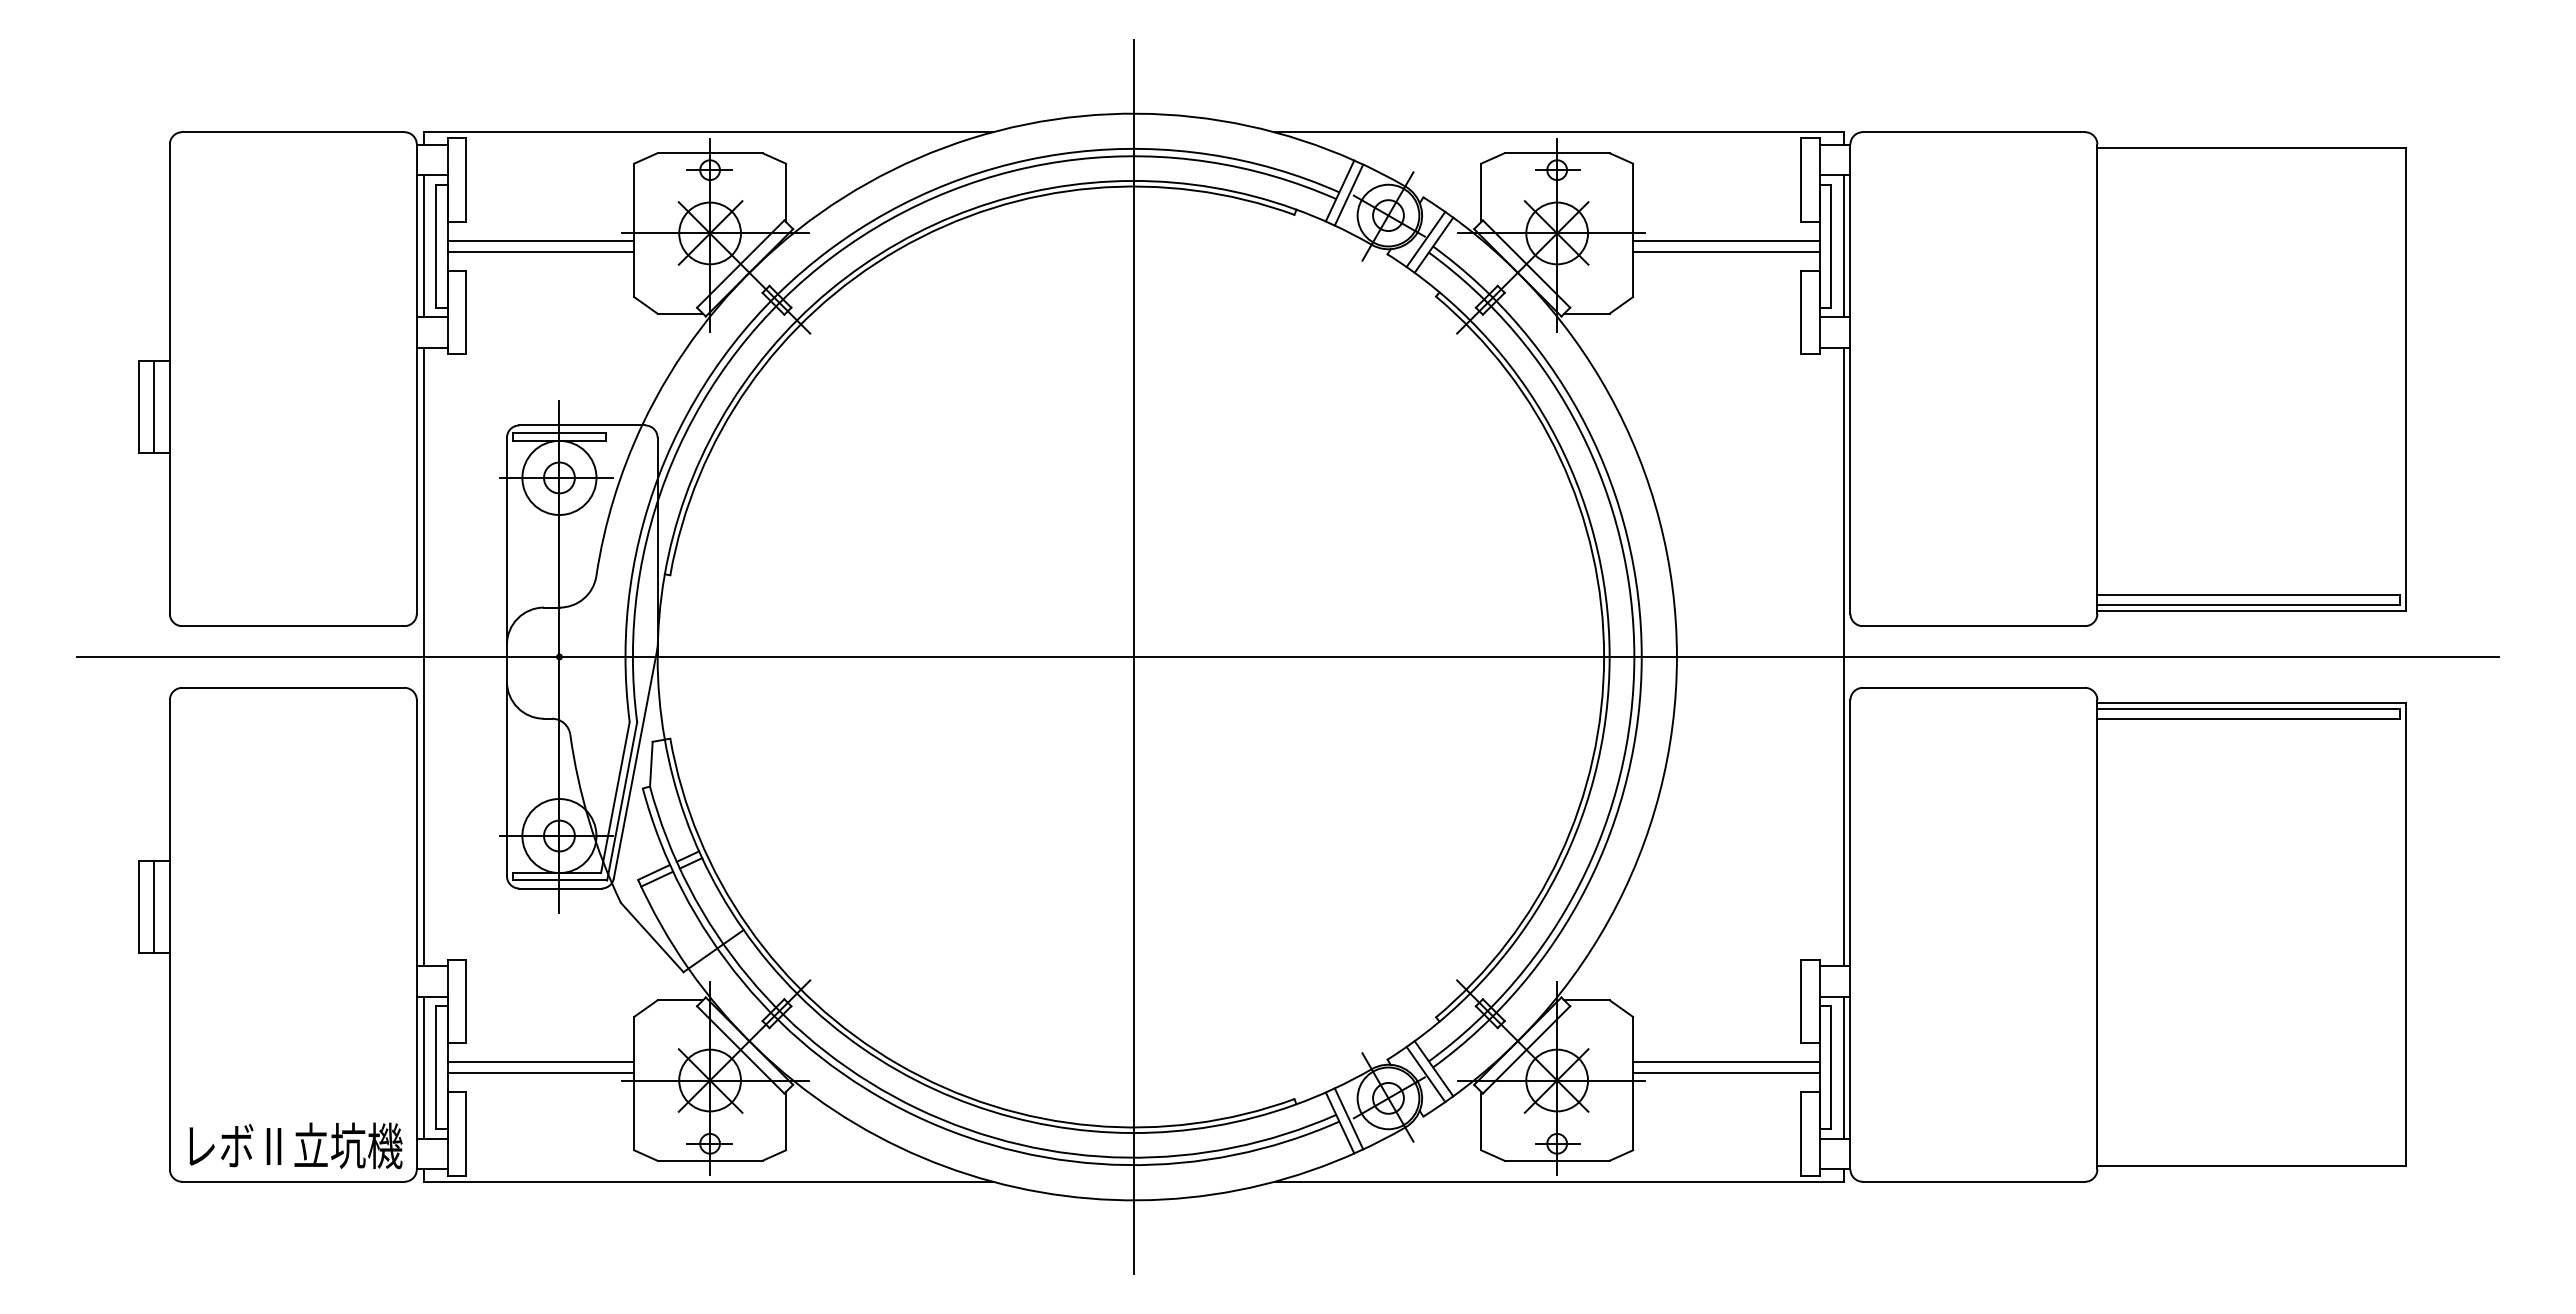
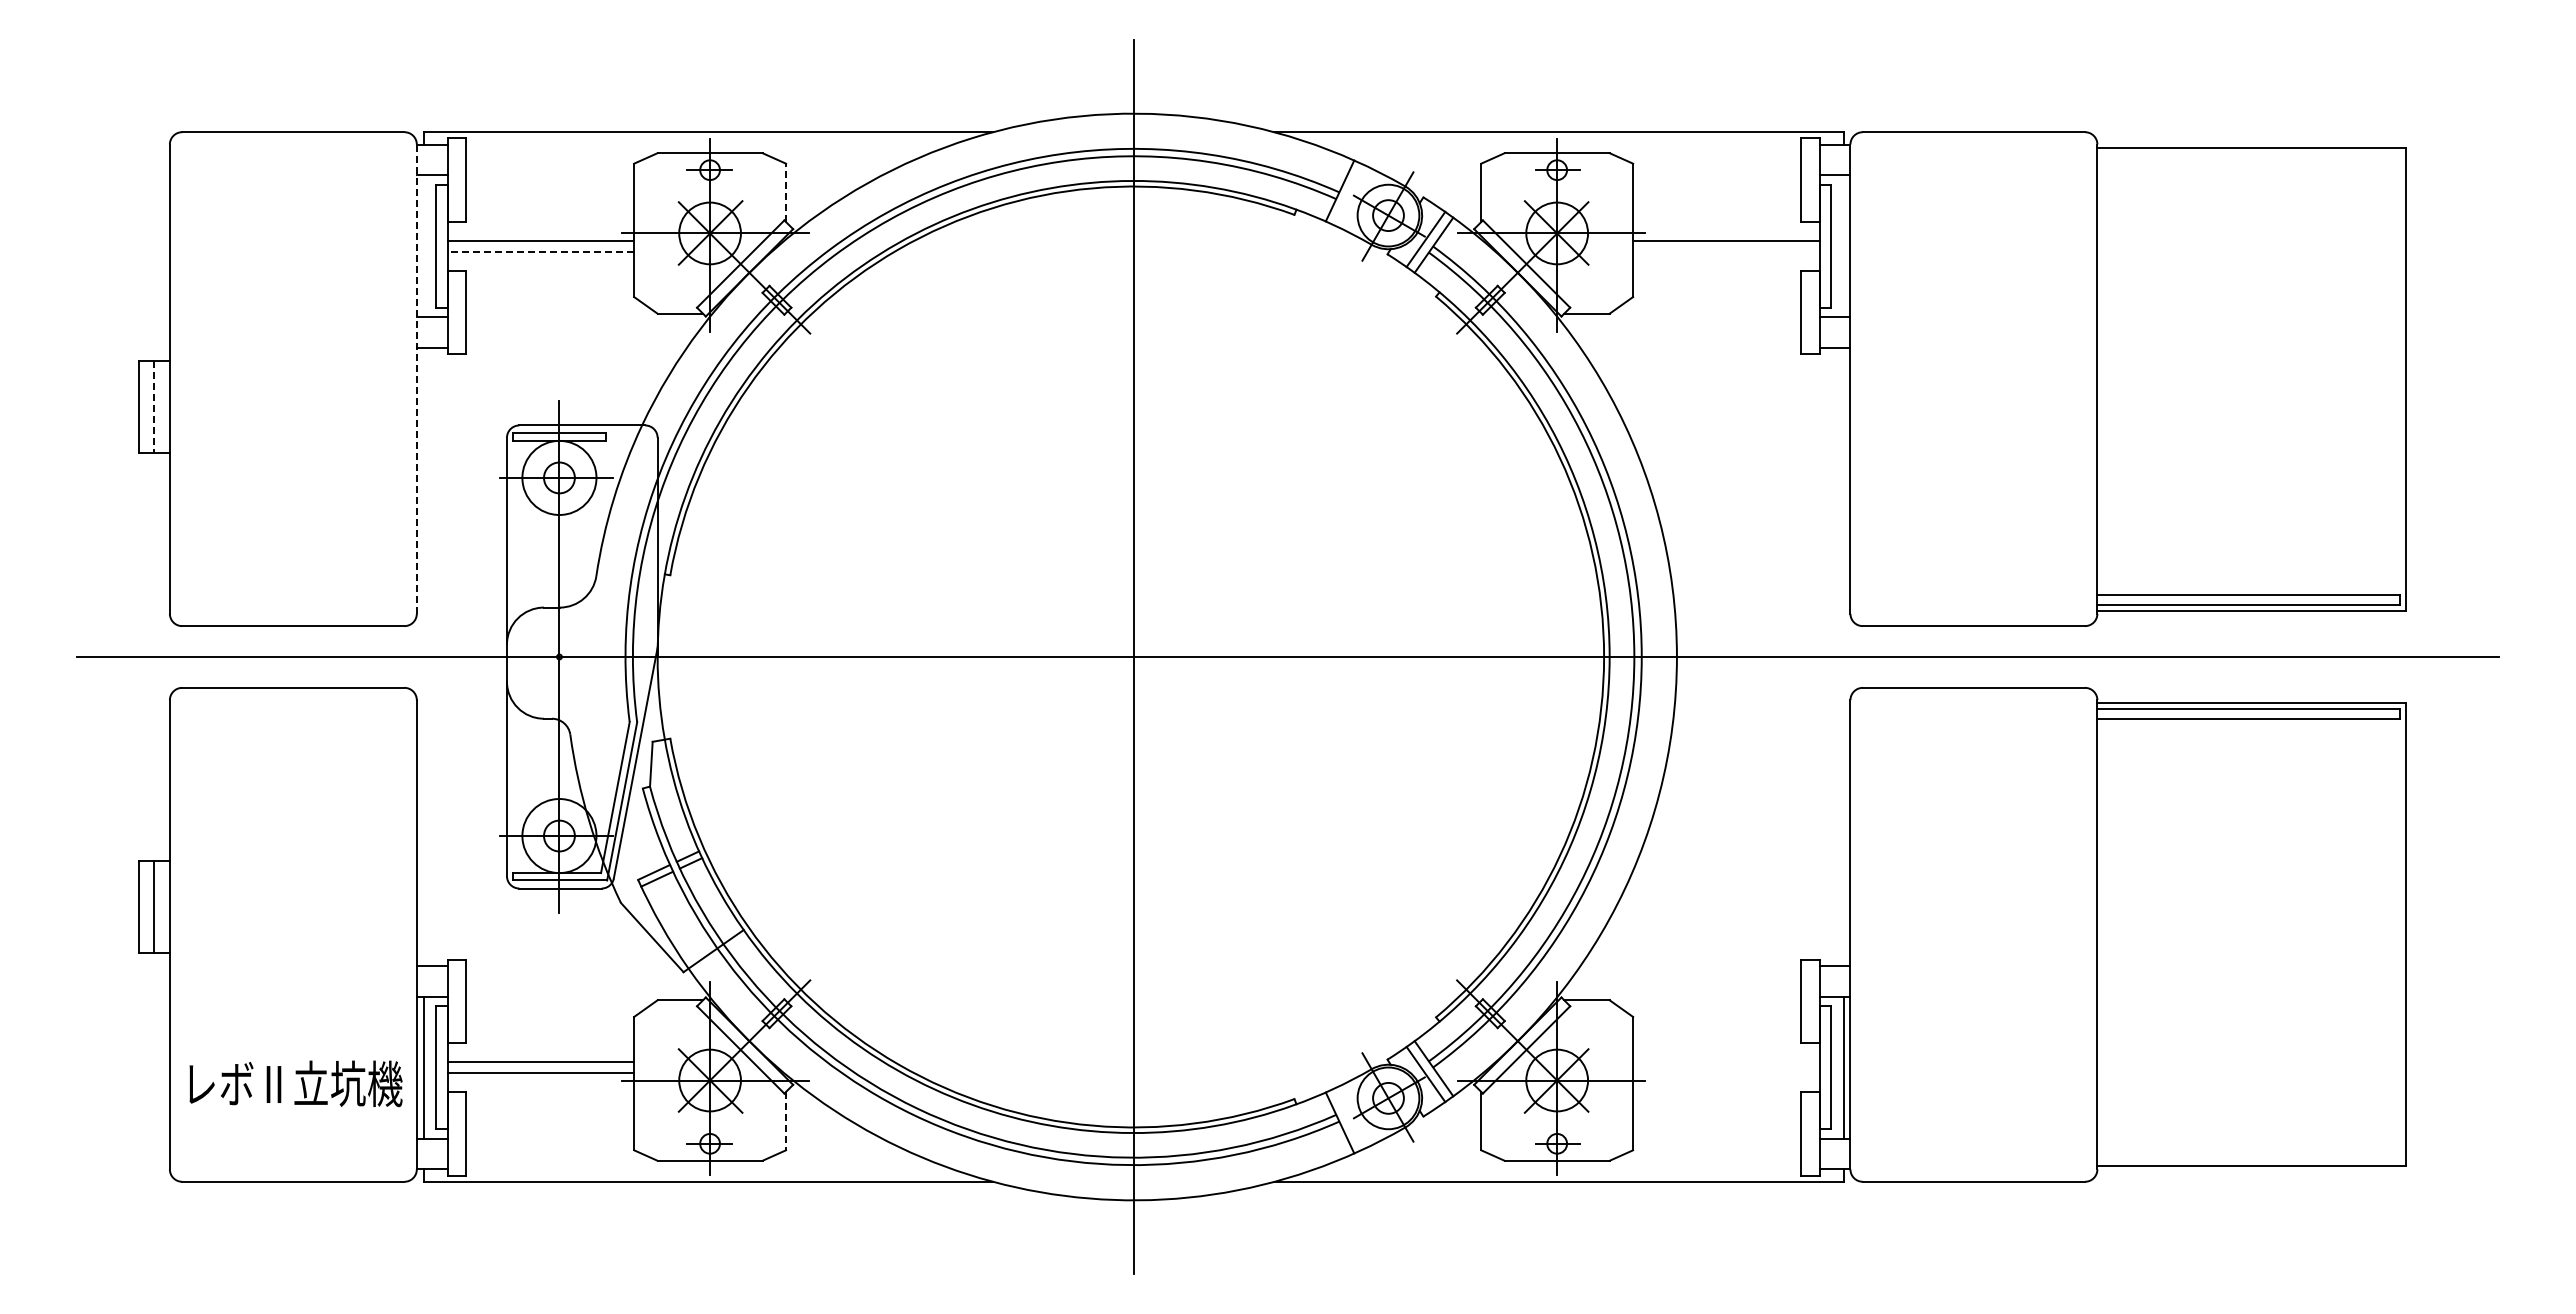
line at (786, 192): solid -> dashed
line at (1348, 194): present -> none
line at (423, 246): present -> none
line at (1843, 246): present -> none
line at (540, 252): solid -> dashed
line at (1726, 252): present -> none
line at (416, 379): solid -> dashed
line at (154, 407): solid -> dashed
line at (423, 656): present -> none
line at (1843, 656): present -> none
line at (1726, 1061): present -> none
line at (1726, 1073): present -> none
line at (1348, 1118): present -> none
line at (786, 1121): solid -> dashed
text at (295, 1145) position: (295, 1145) -> (295, 1083)
